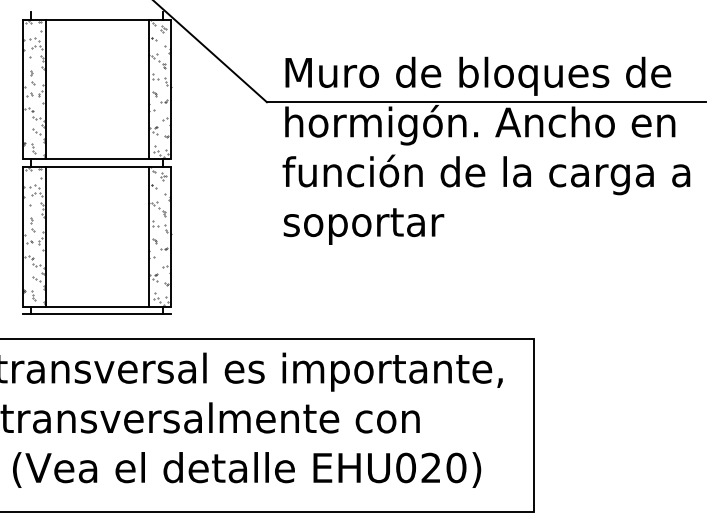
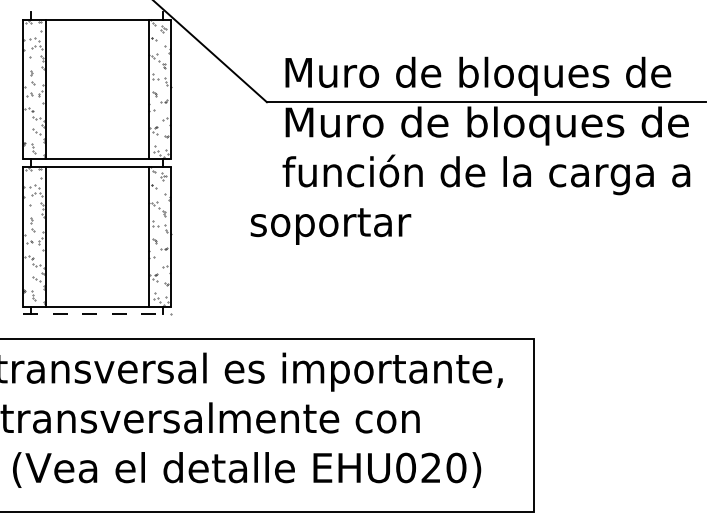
text at (486, 124): hormigón. Ancho en -> Muro de bloques de
text at (363, 226) position: (363, 226) -> (330, 226)
line at (97, 313): solid -> dashed
